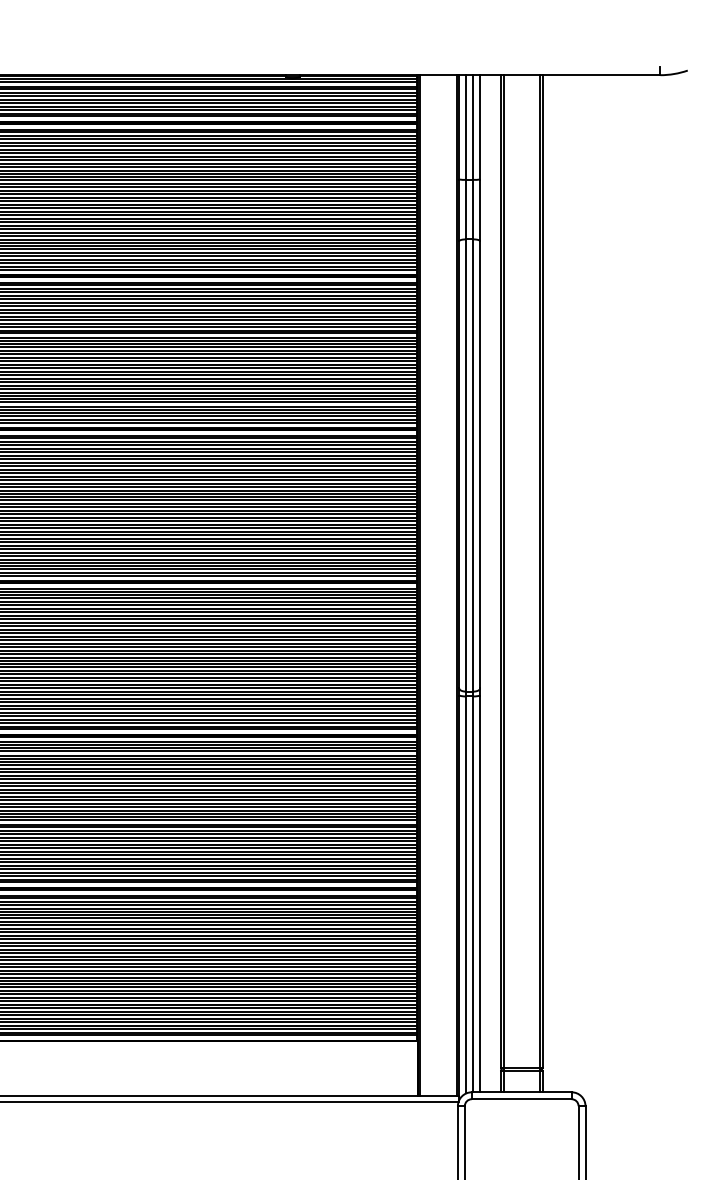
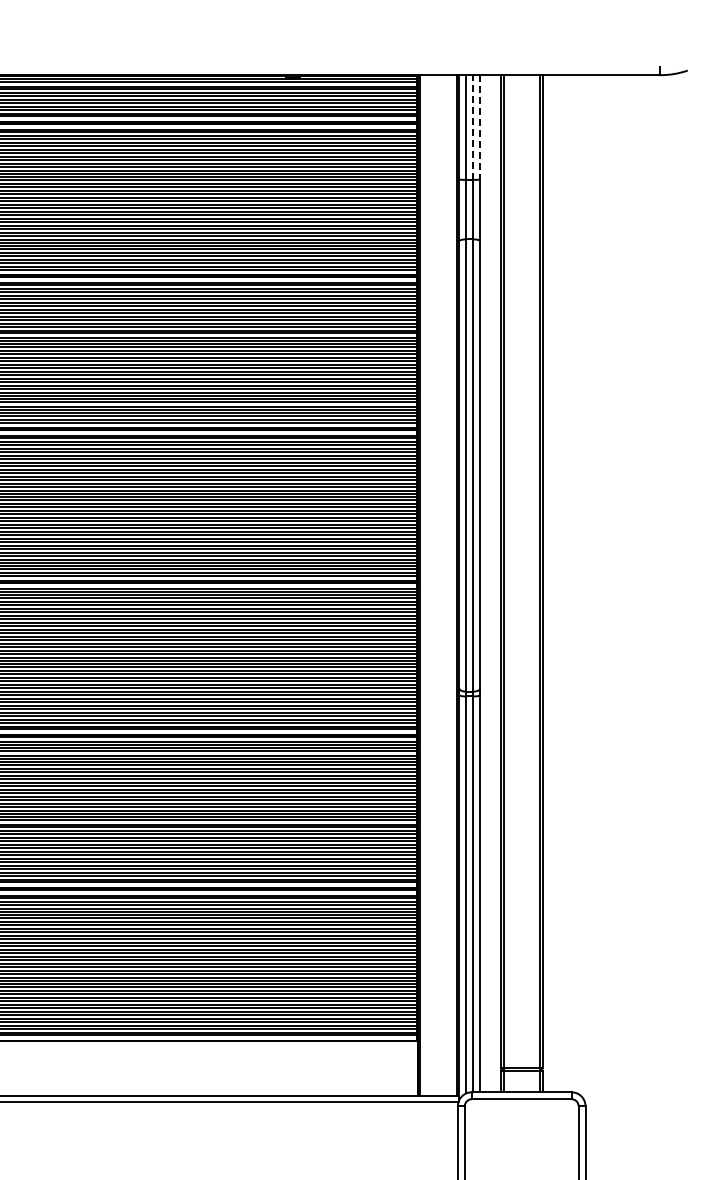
line at (473, 127): solid -> dashed
line at (480, 127): solid -> dashed
